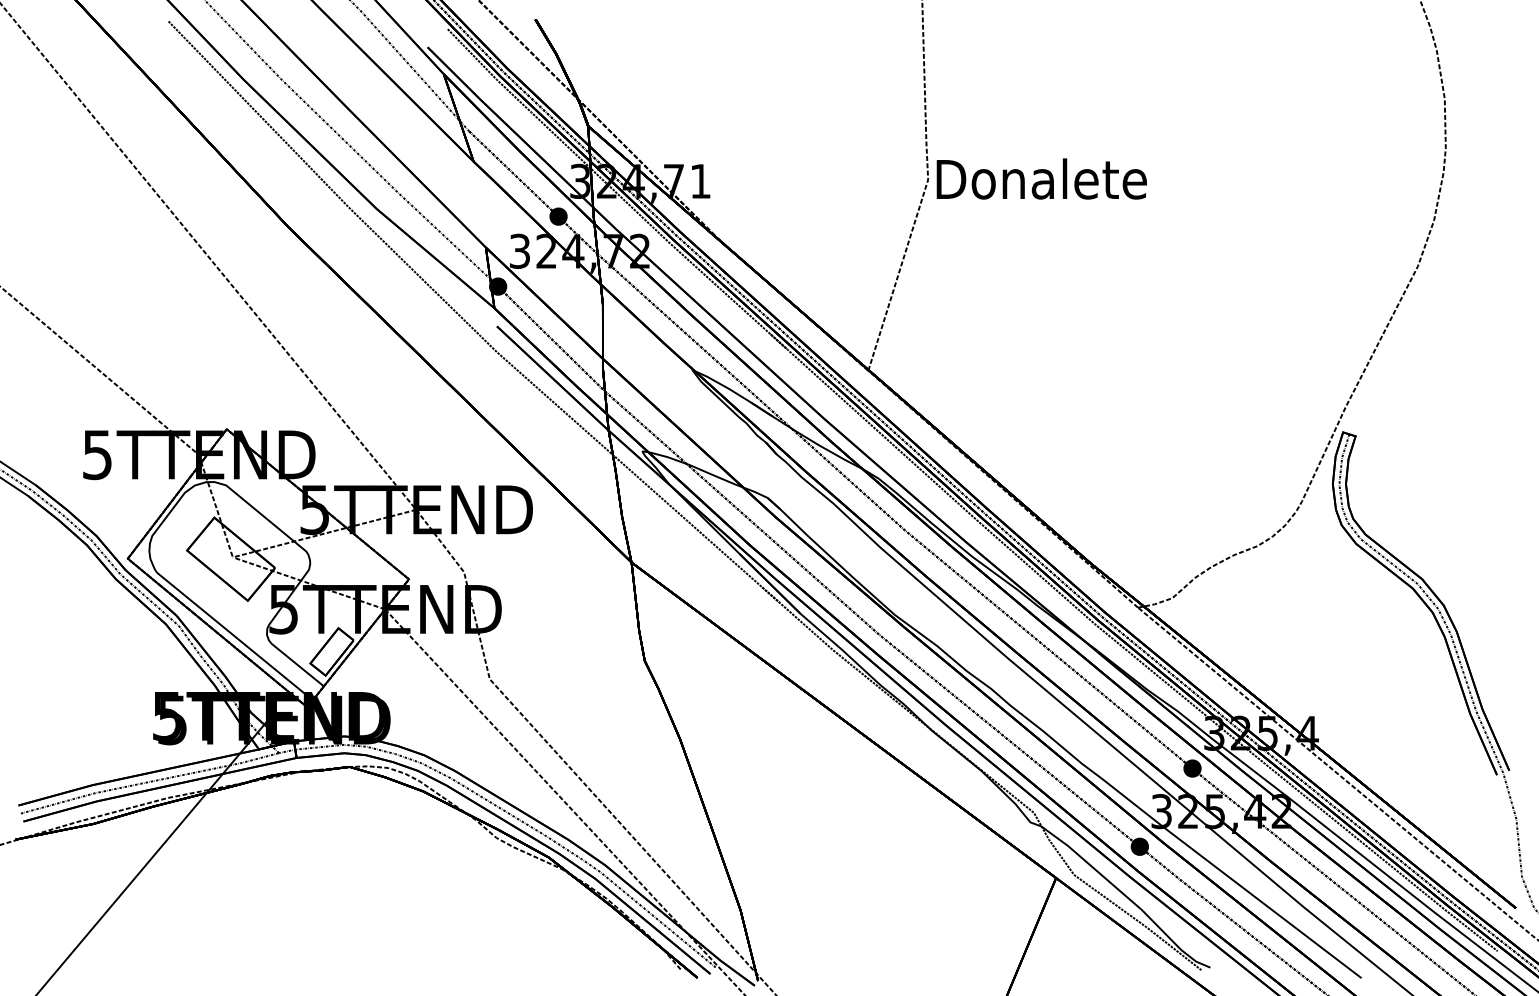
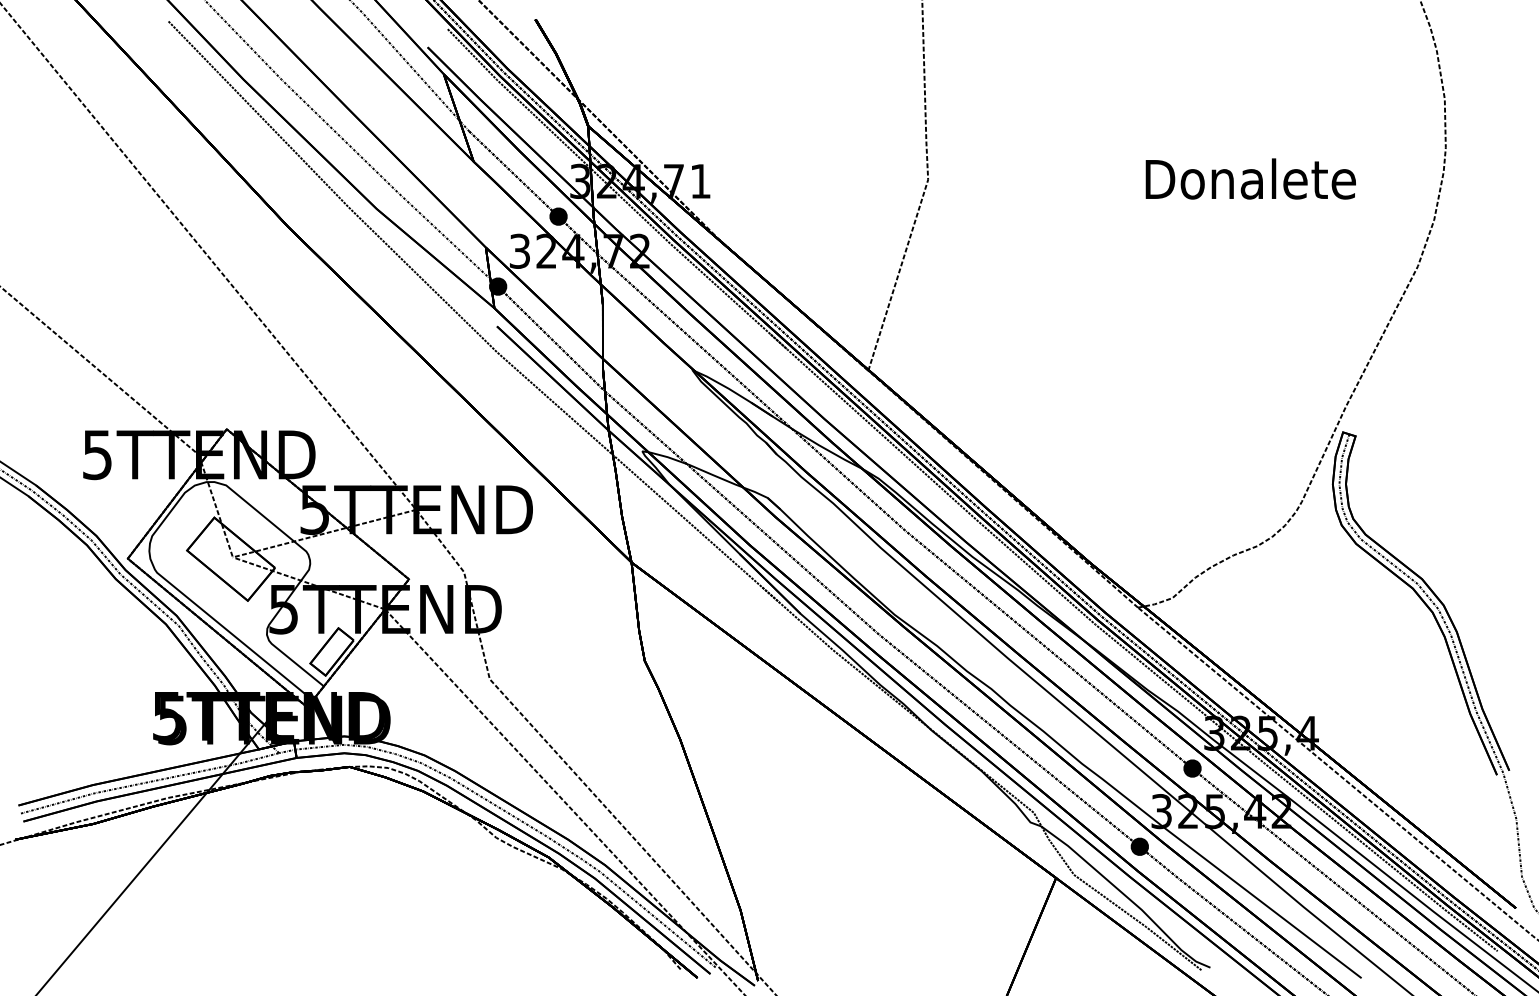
text at (1041, 178) position: (1041, 178) -> (1250, 178)
